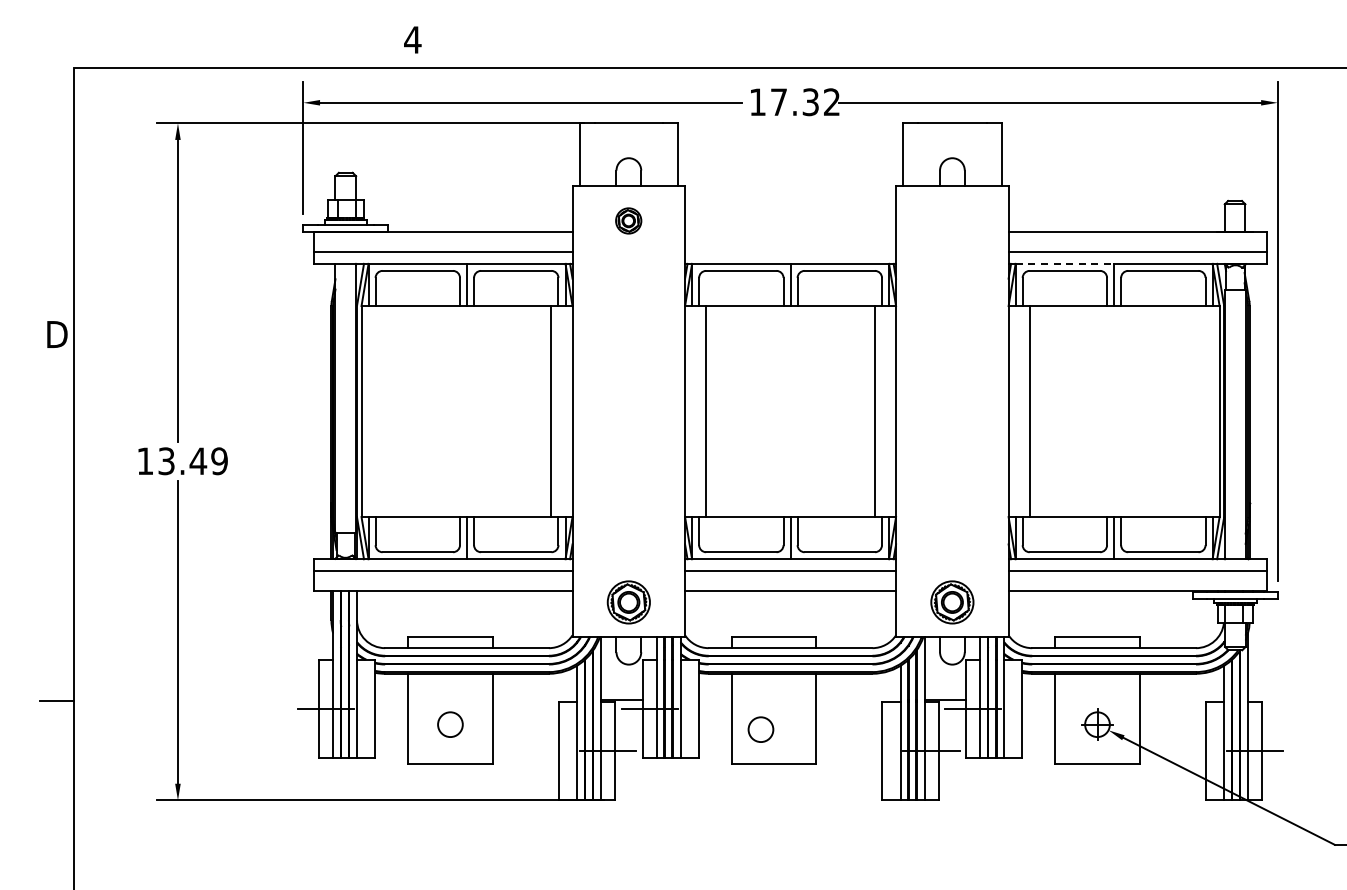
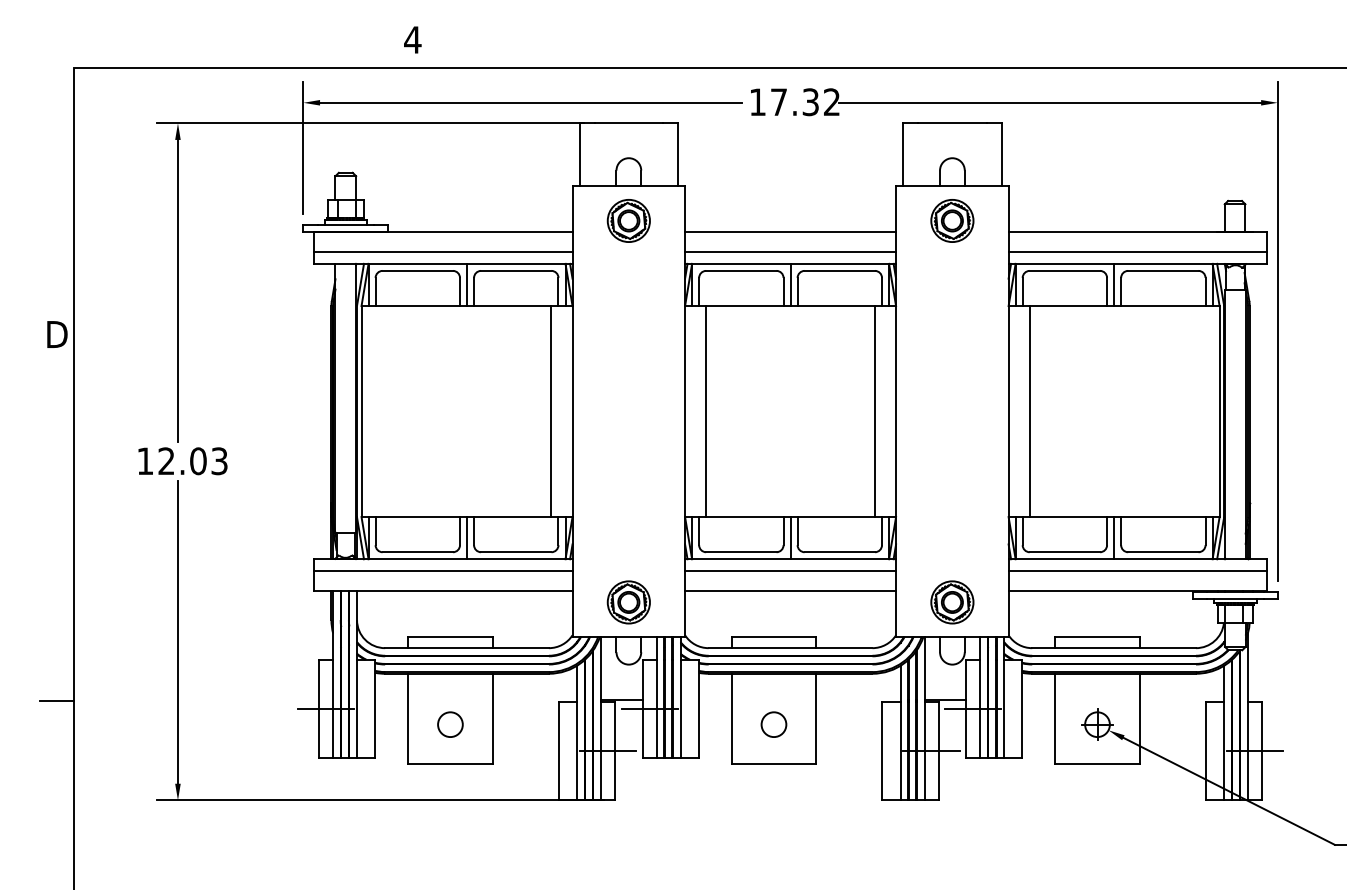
part at (628, 220) size: 28x28 px -> 45x44 px
part at (952, 220): none -> present
line at (790, 232): none -> present
line at (790, 252): none -> present
line at (1065, 263): dashed -> solid
text at (192, 461): 13.49 -> 12.03
circle at (760, 729) position: (760, 729) -> (773, 724)
